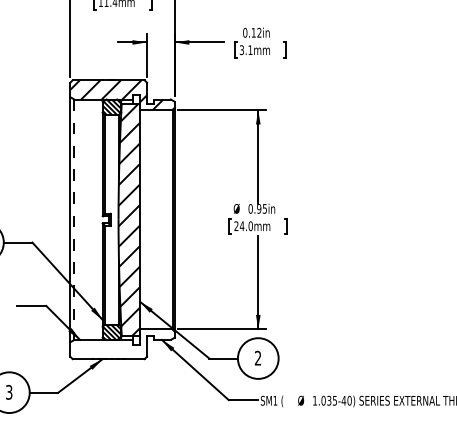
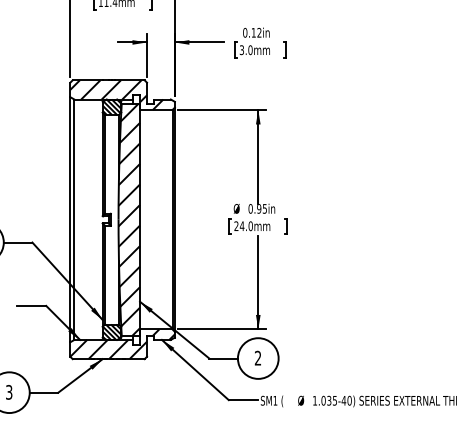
text at (250, 50): 3.1mm -> 3.0mm
line at (74, 220): dashed -> solid
hatch at (122, 344): none -> present
